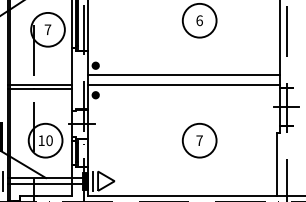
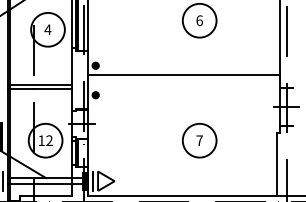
text at (47, 29): 7 -> 4
line at (184, 84): present -> none
text at (49, 140): 10 -> 12
